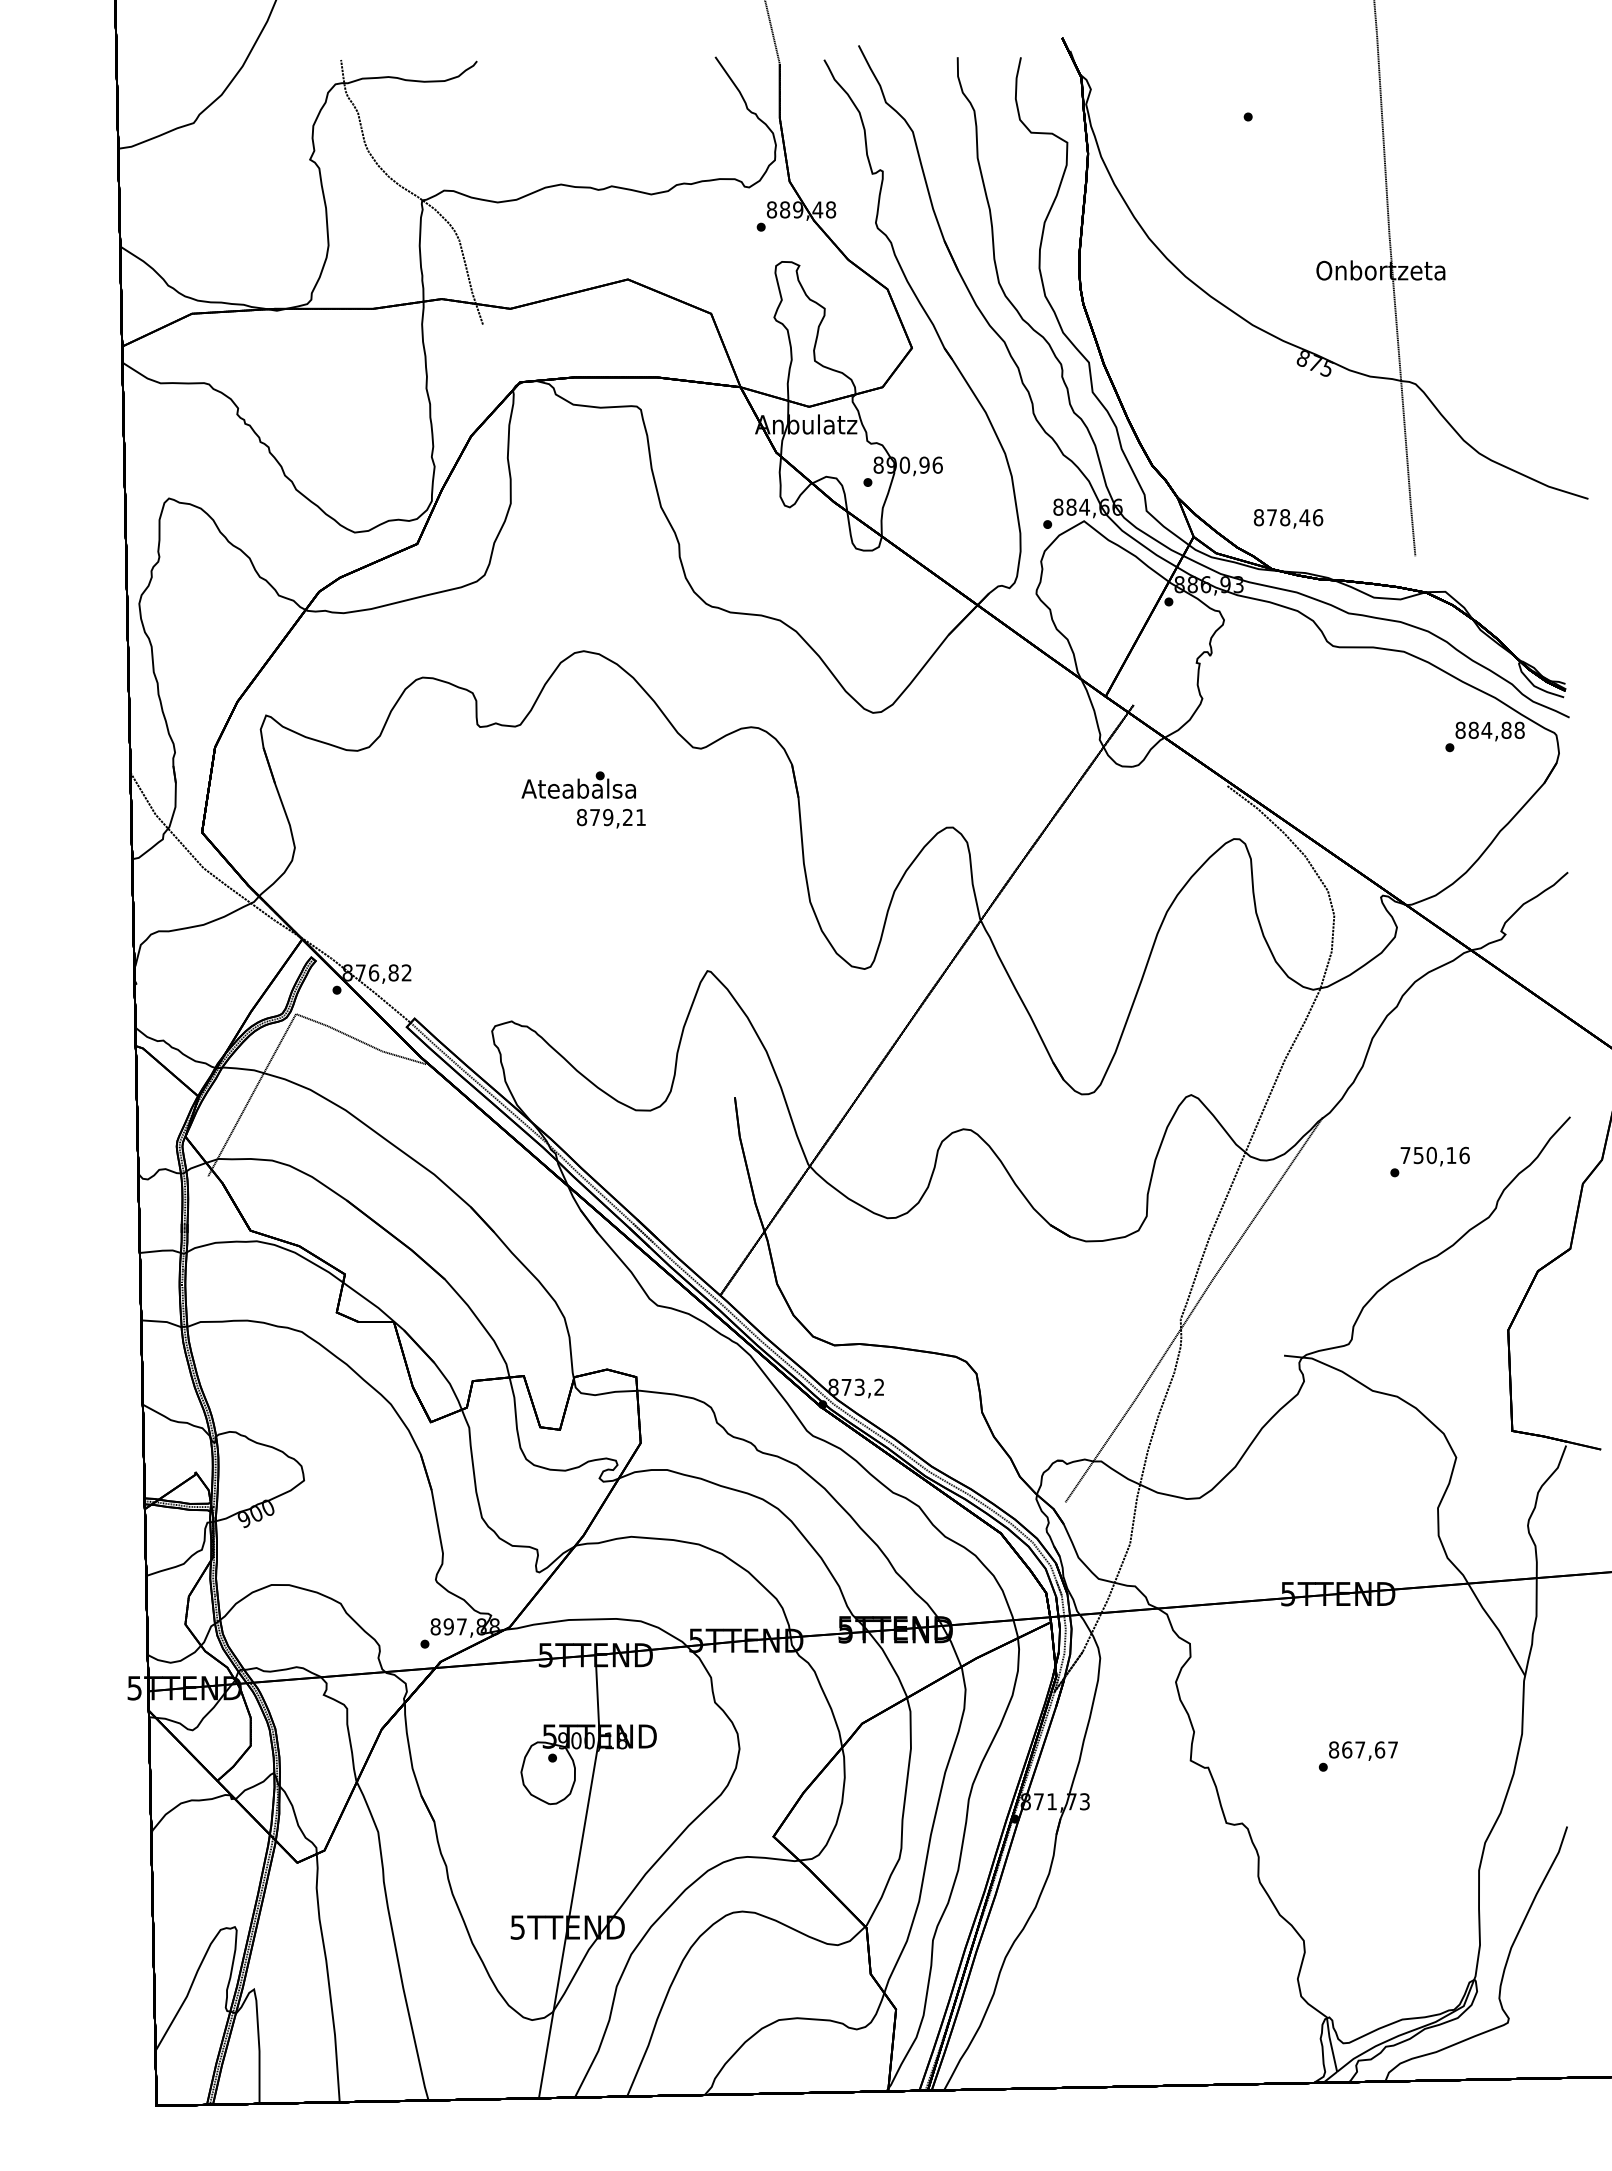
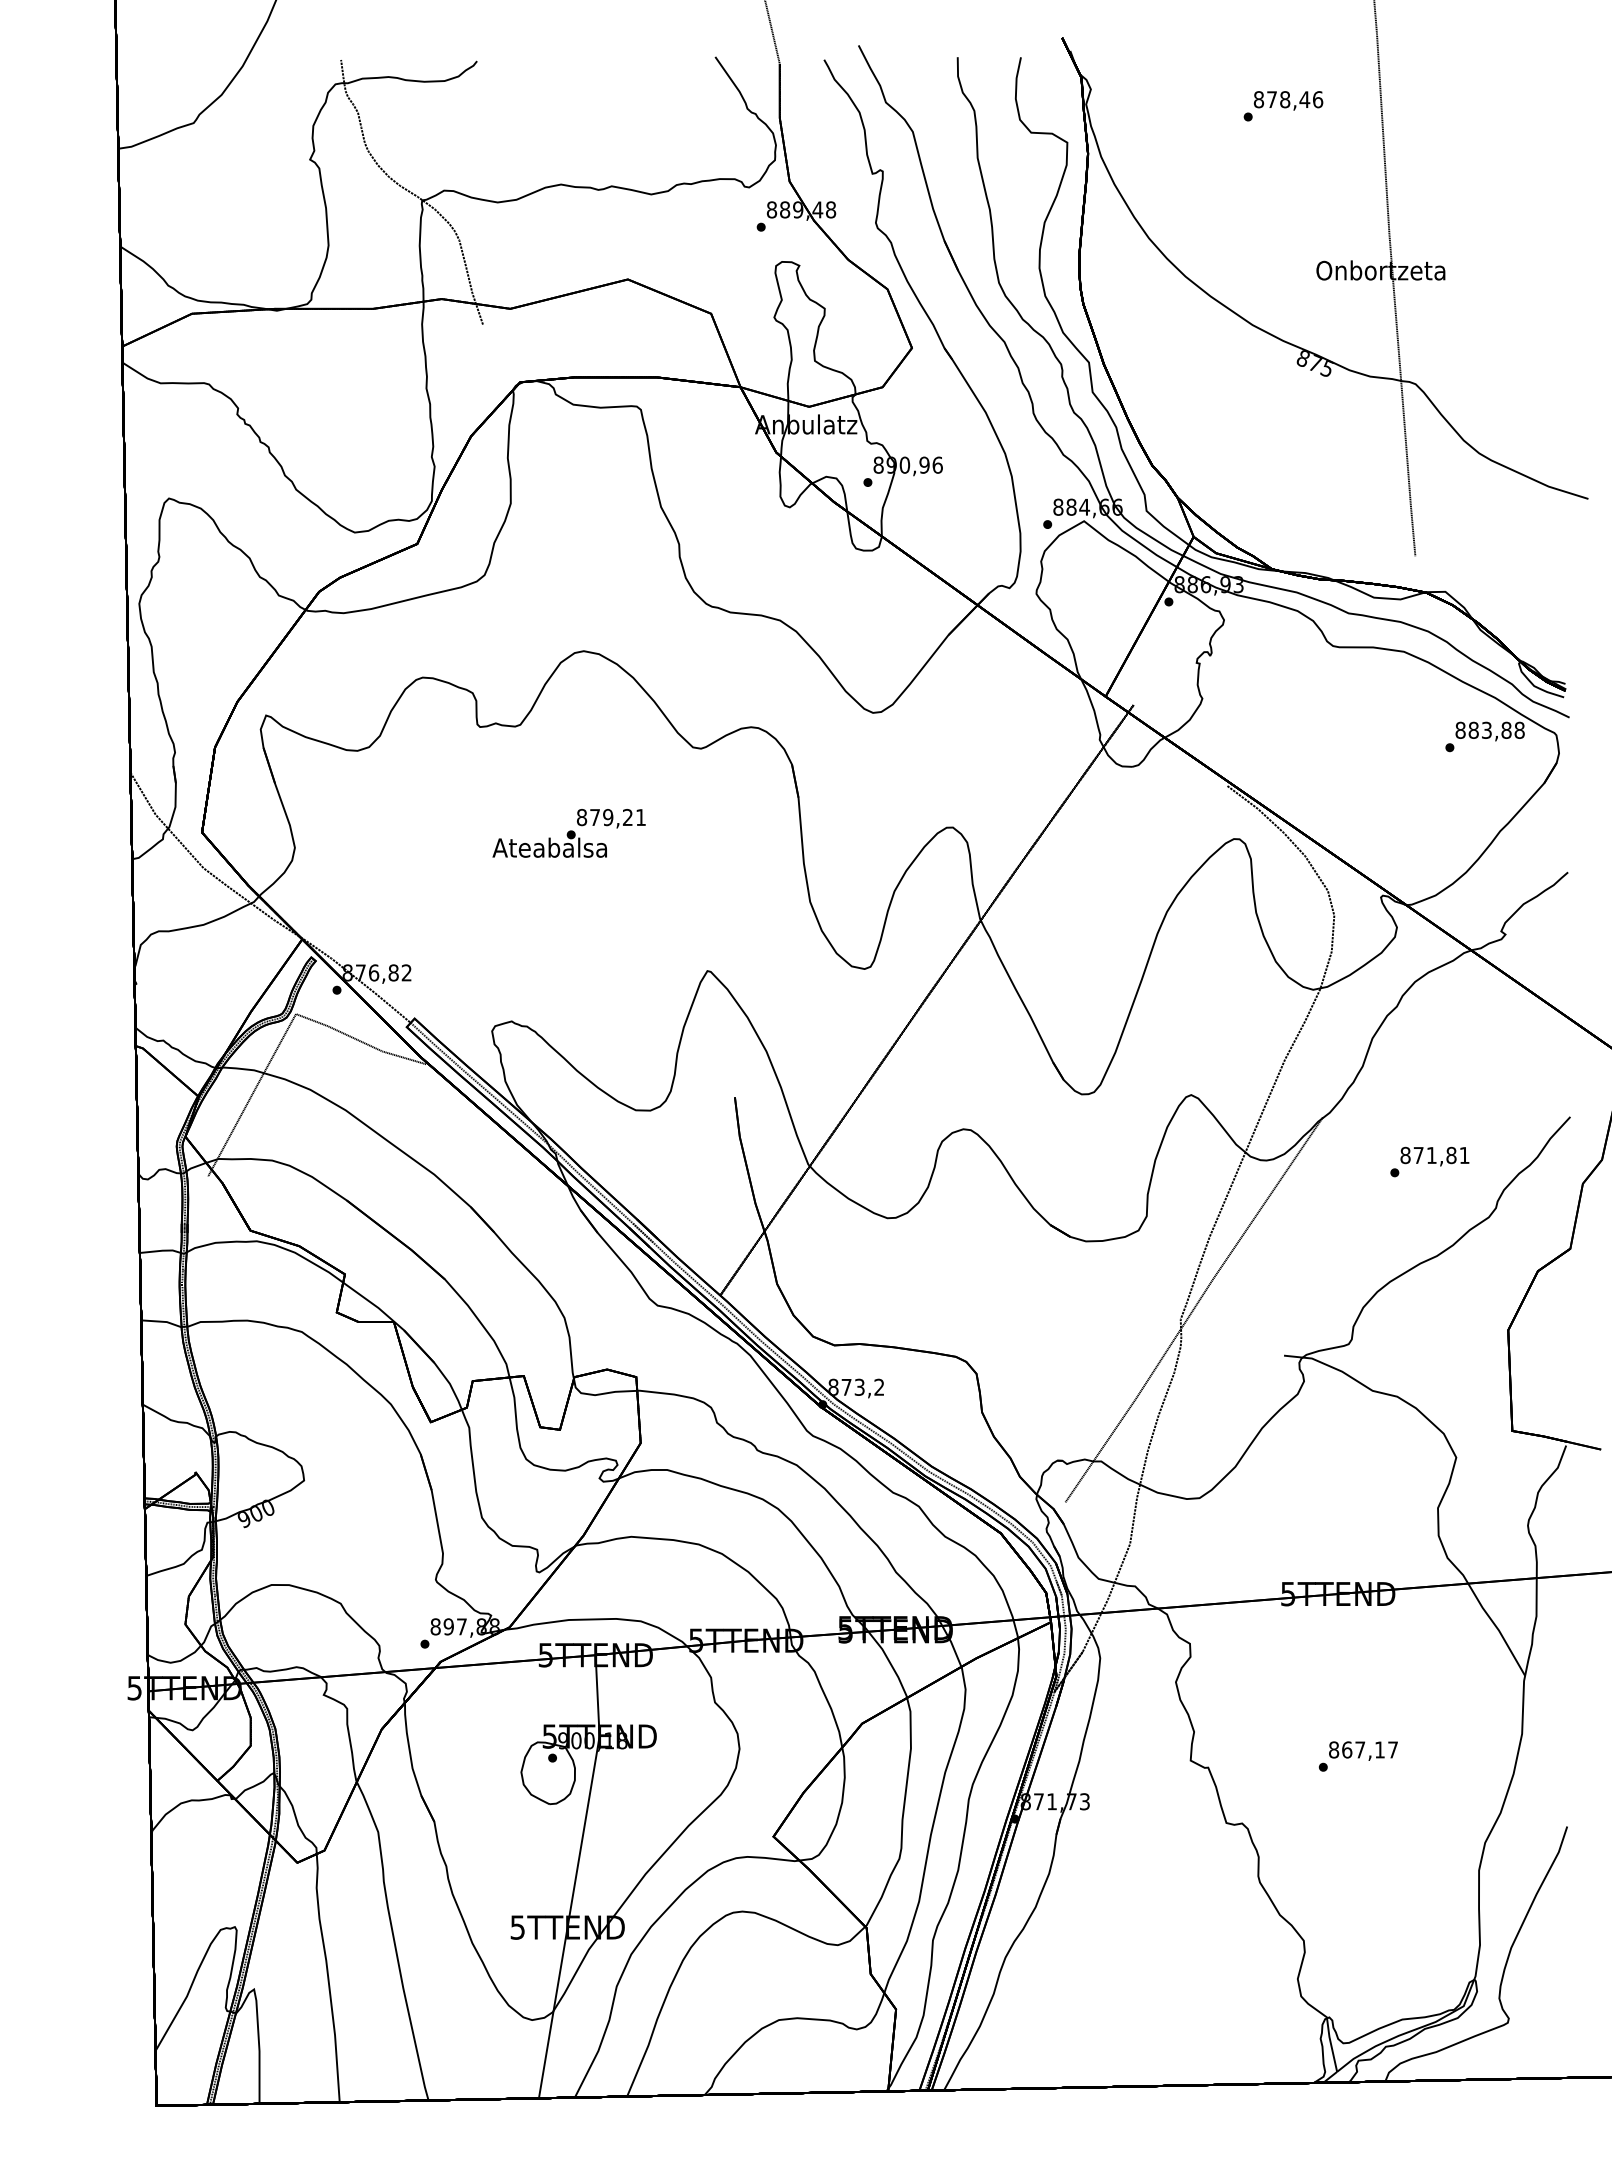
text at (1288, 518) position: (1288, 518) -> (1288, 100)
text at (1486, 729): 884,88 -> 883,88
text at (578, 784) position: (578, 784) -> (549, 843)
text at (1434, 1155): 750,16 -> 871,81
text at (1380, 1749): 867,67 -> 867,17
